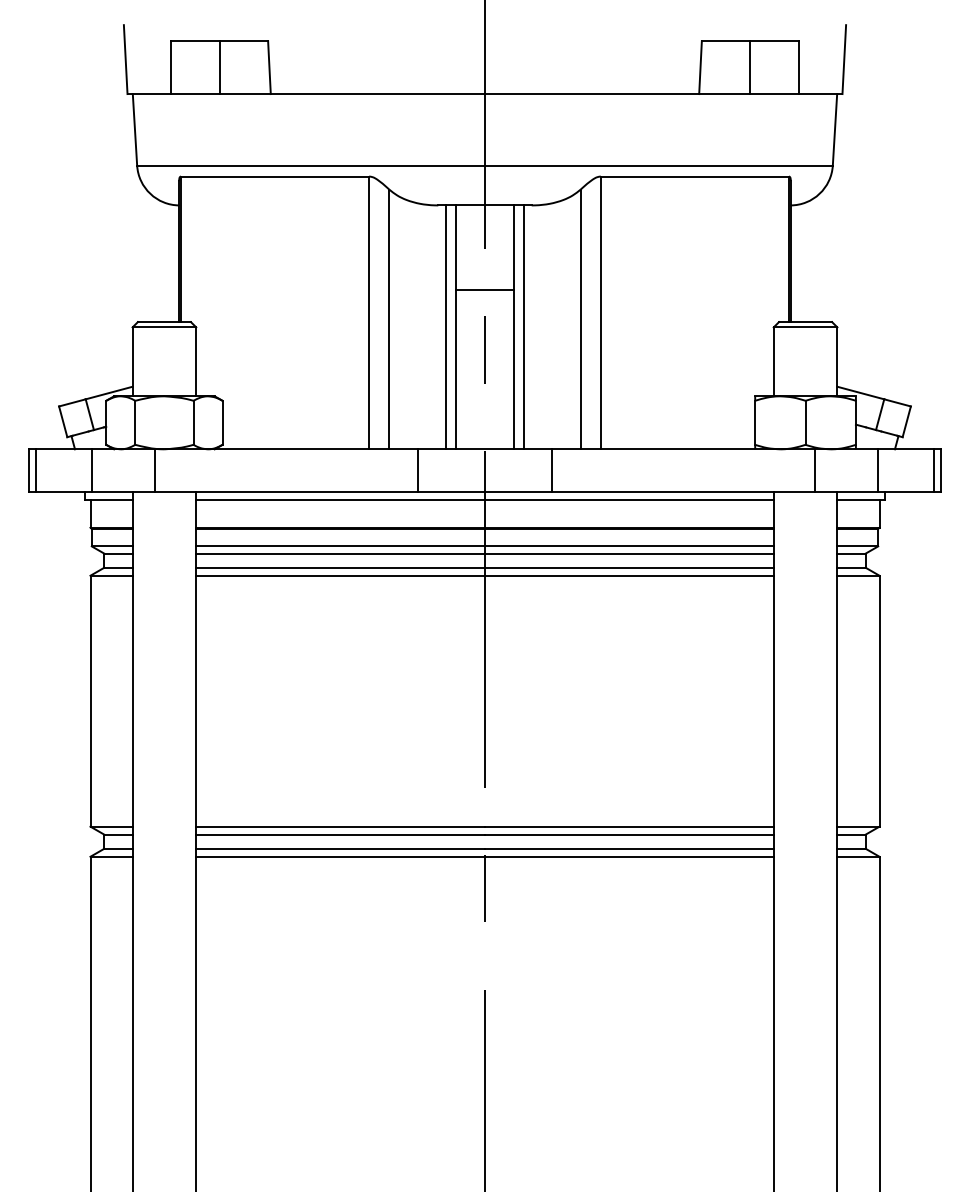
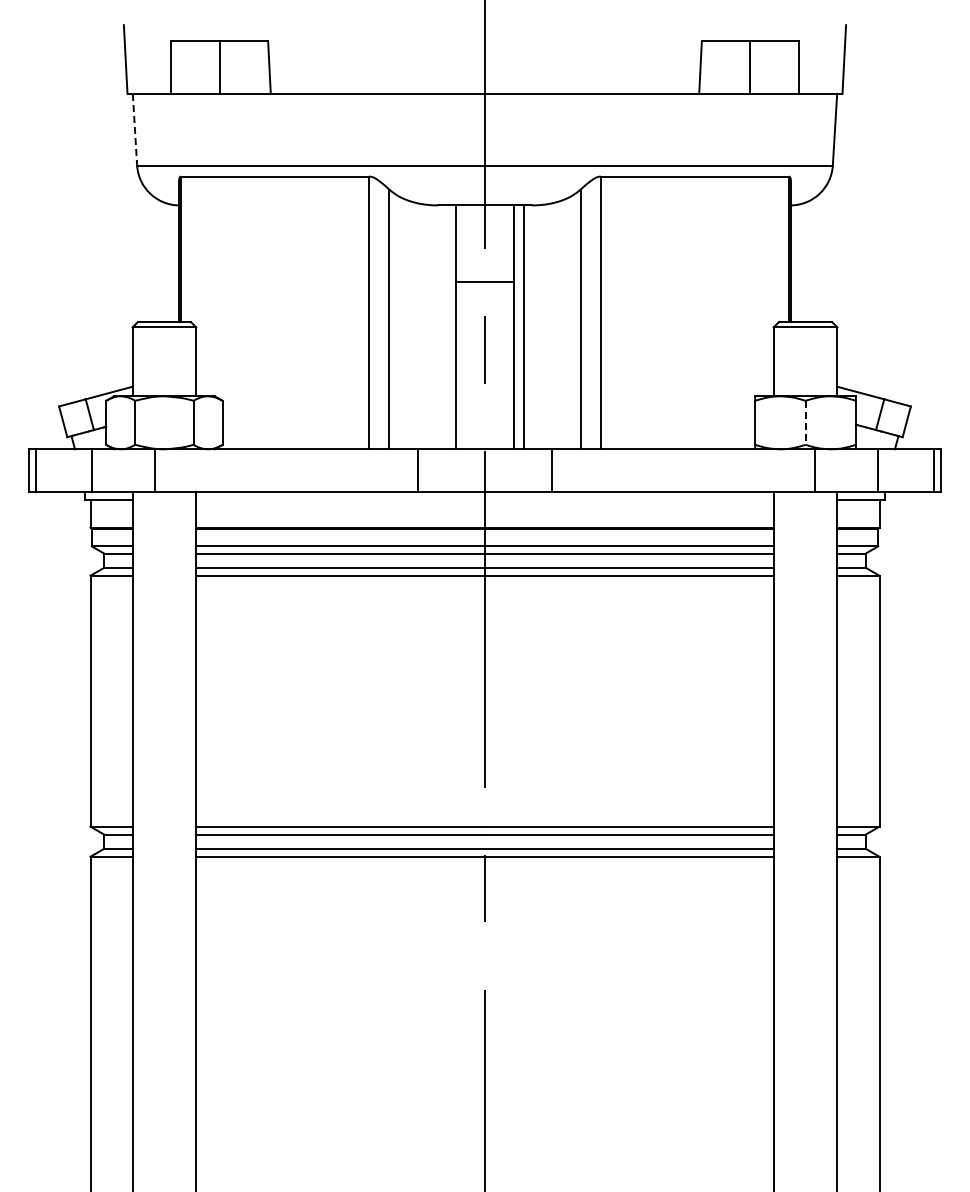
line at (134, 129): solid -> dashed
line at (484, 290) position: (484, 290) -> (484, 282)
line at (446, 327): present -> none
line at (805, 423): solid -> dashed
line at (484, 499): present -> none
